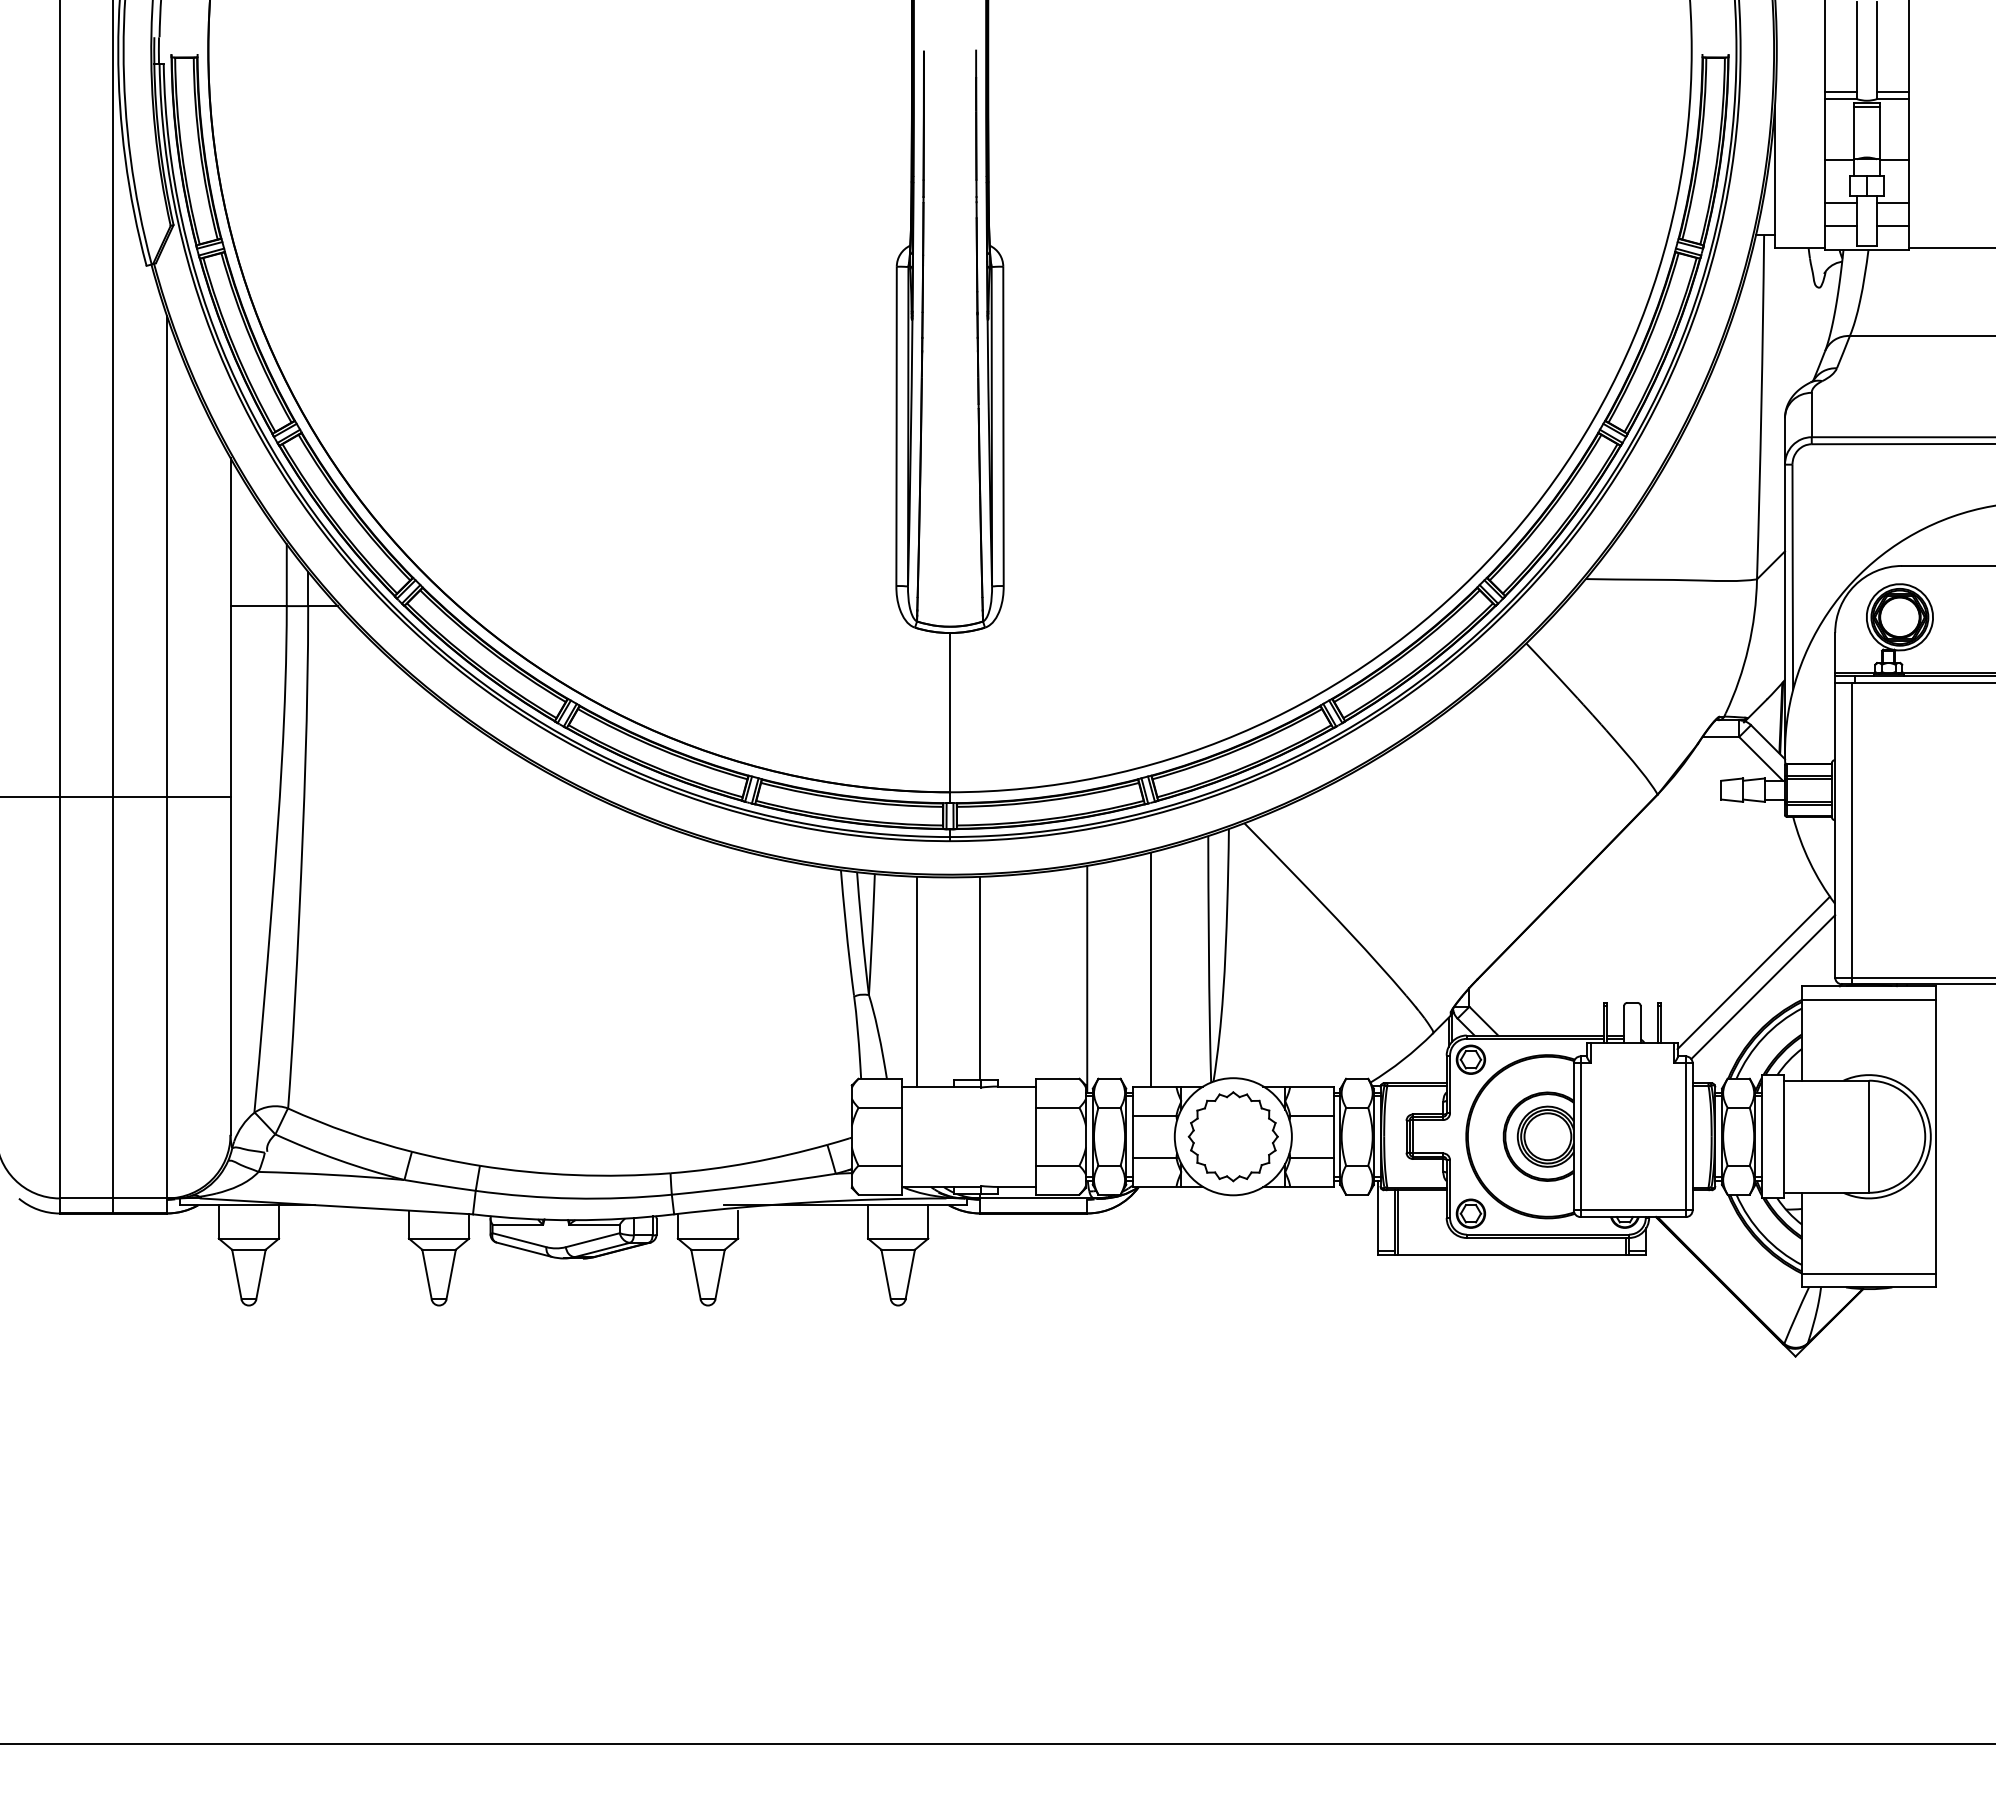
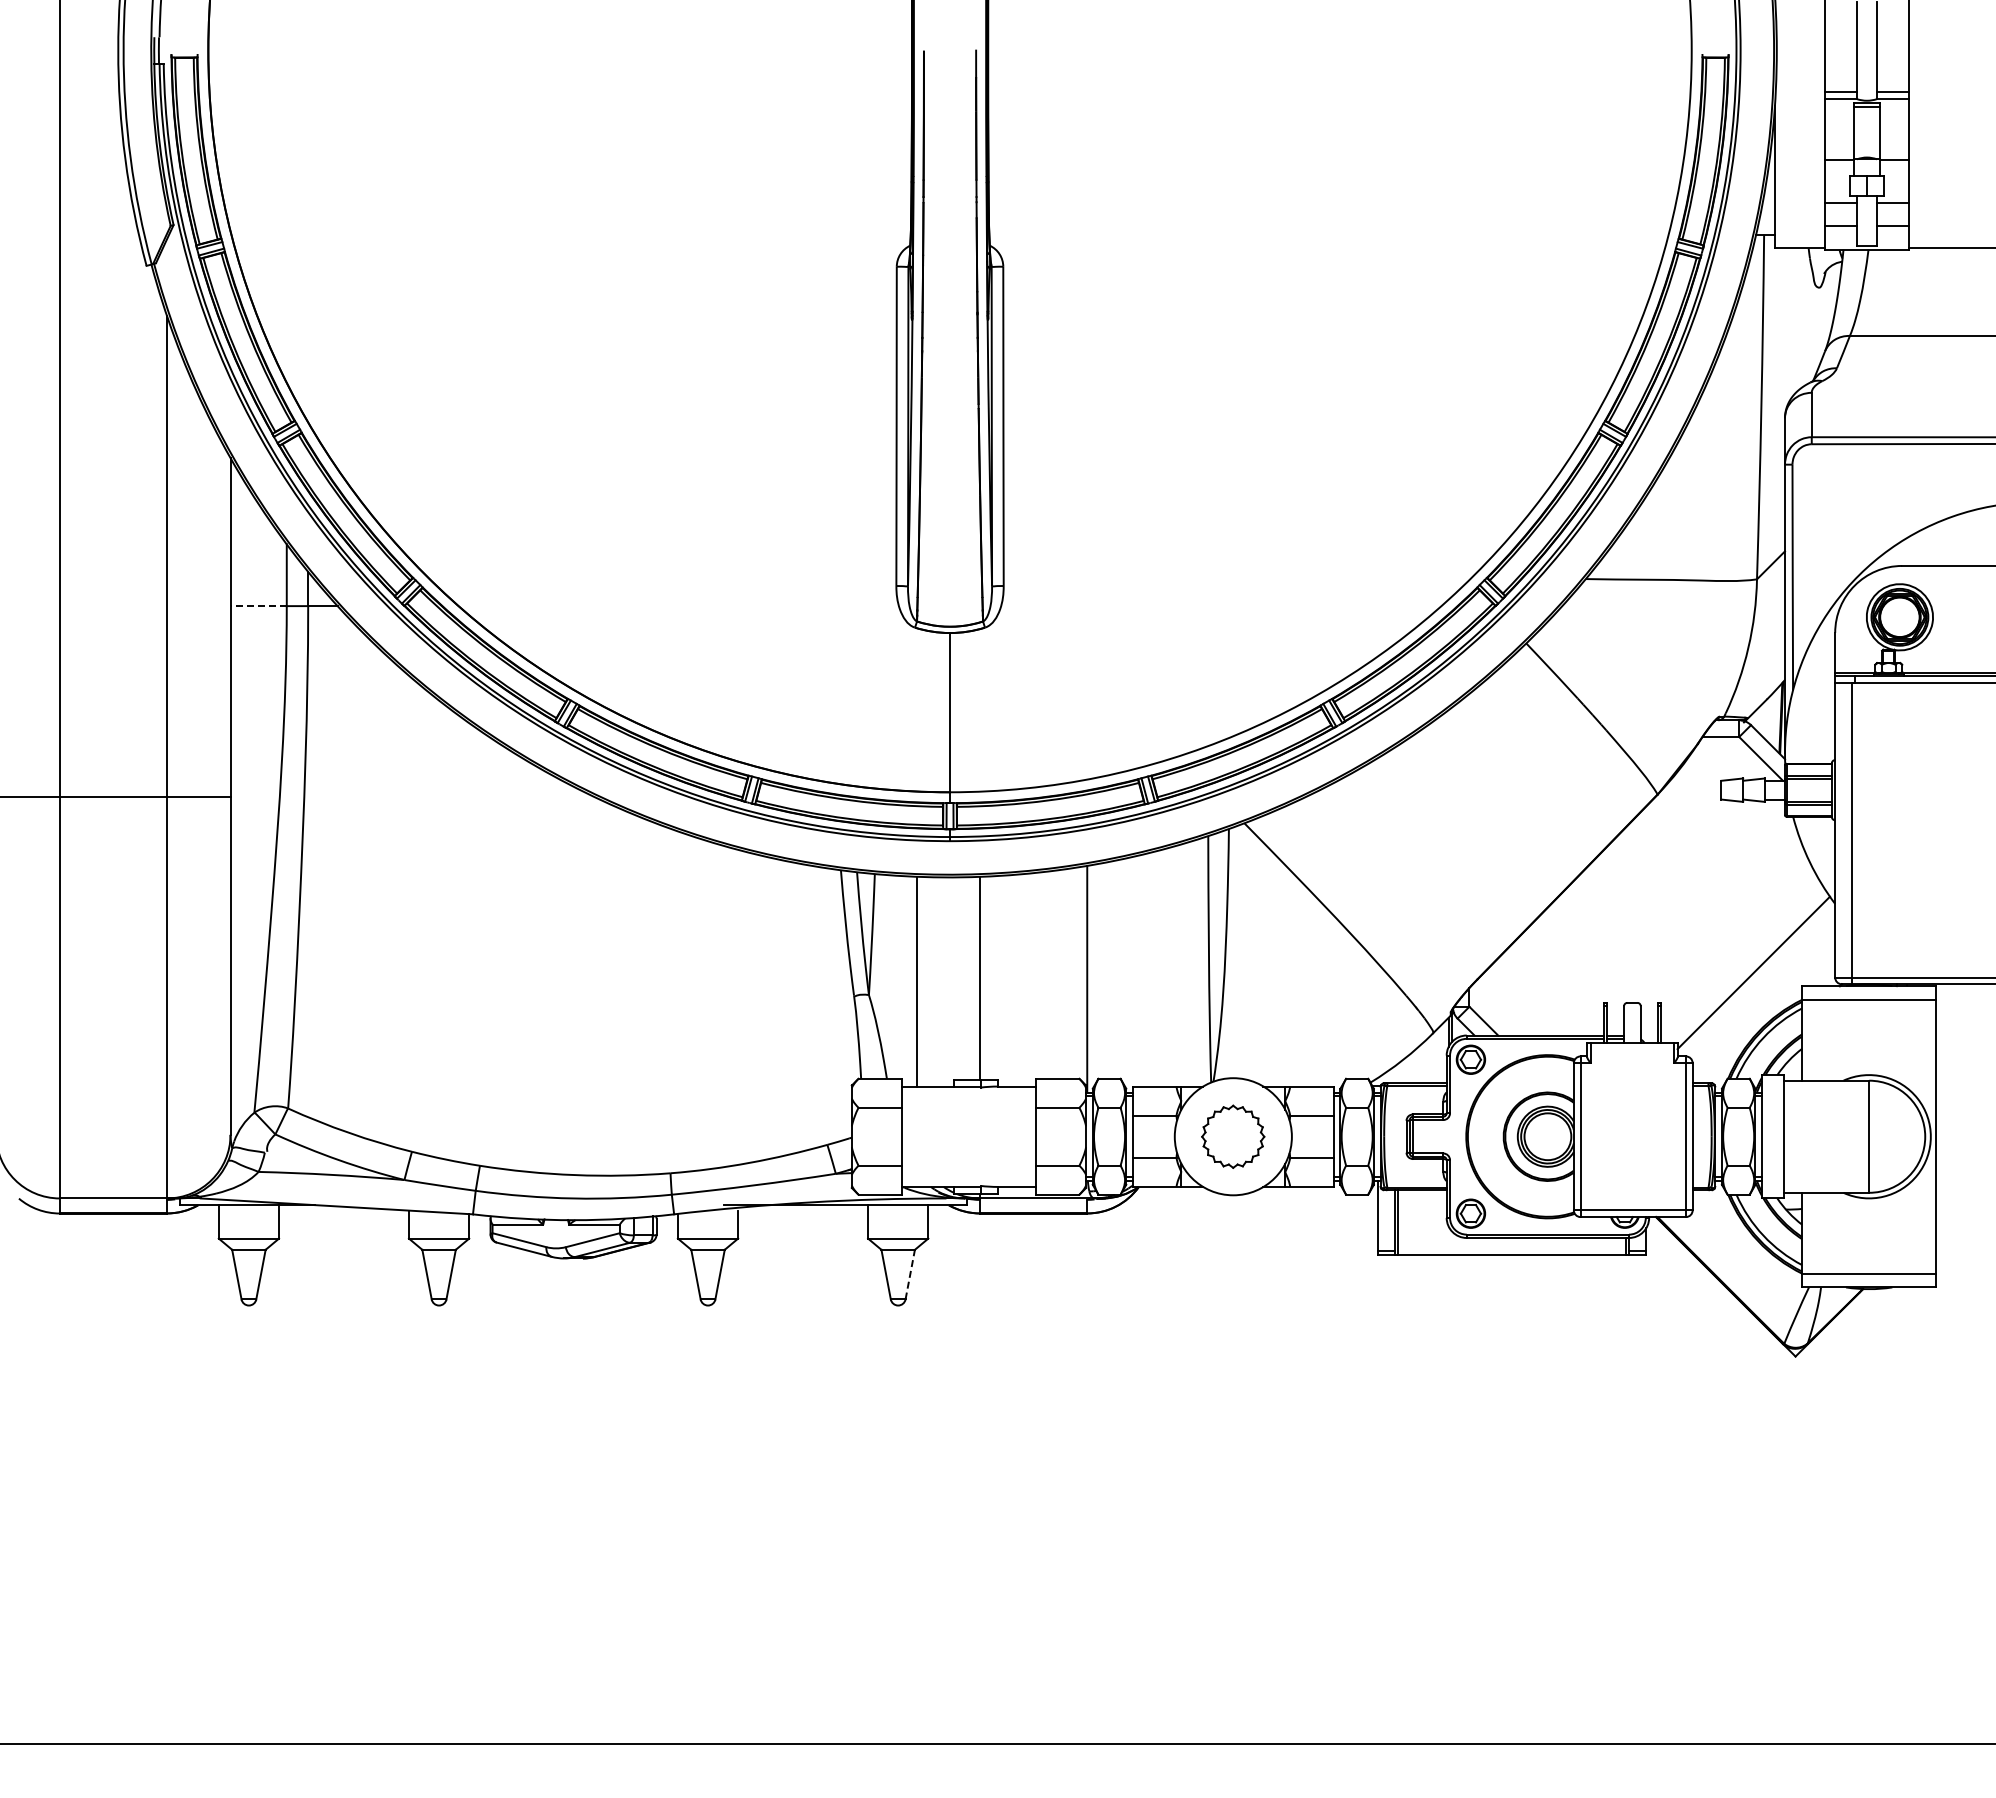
line at (258, 606): solid -> dashed
line at (113, 607): present -> none
line at (1150, 969): present -> none
line at (1763, 987): present -> none
part at (1232, 1136) size: 92x92 px -> 65x65 px
line at (910, 1274): solid -> dashed
